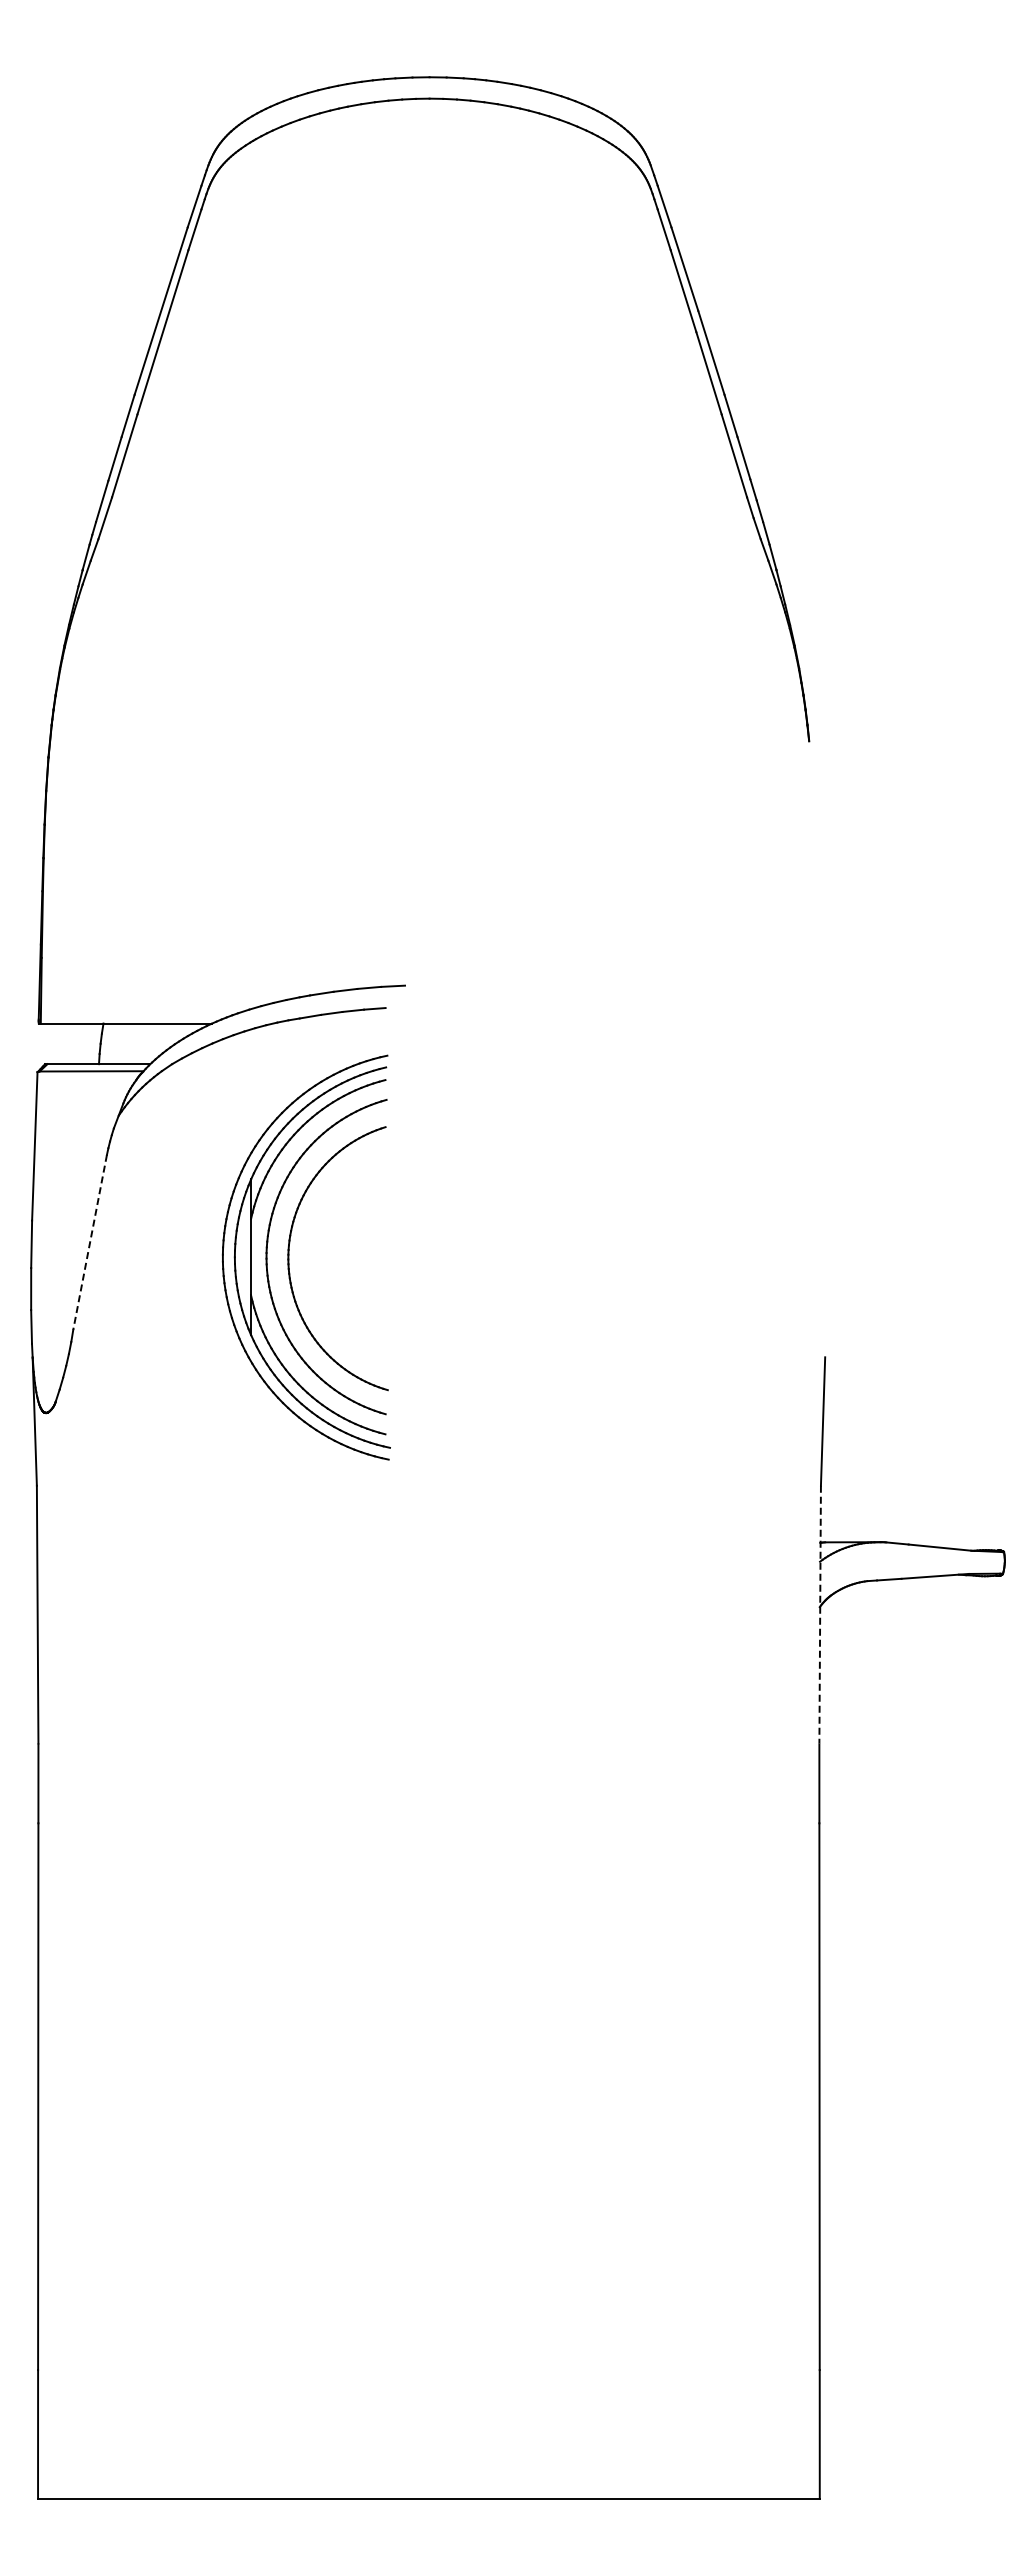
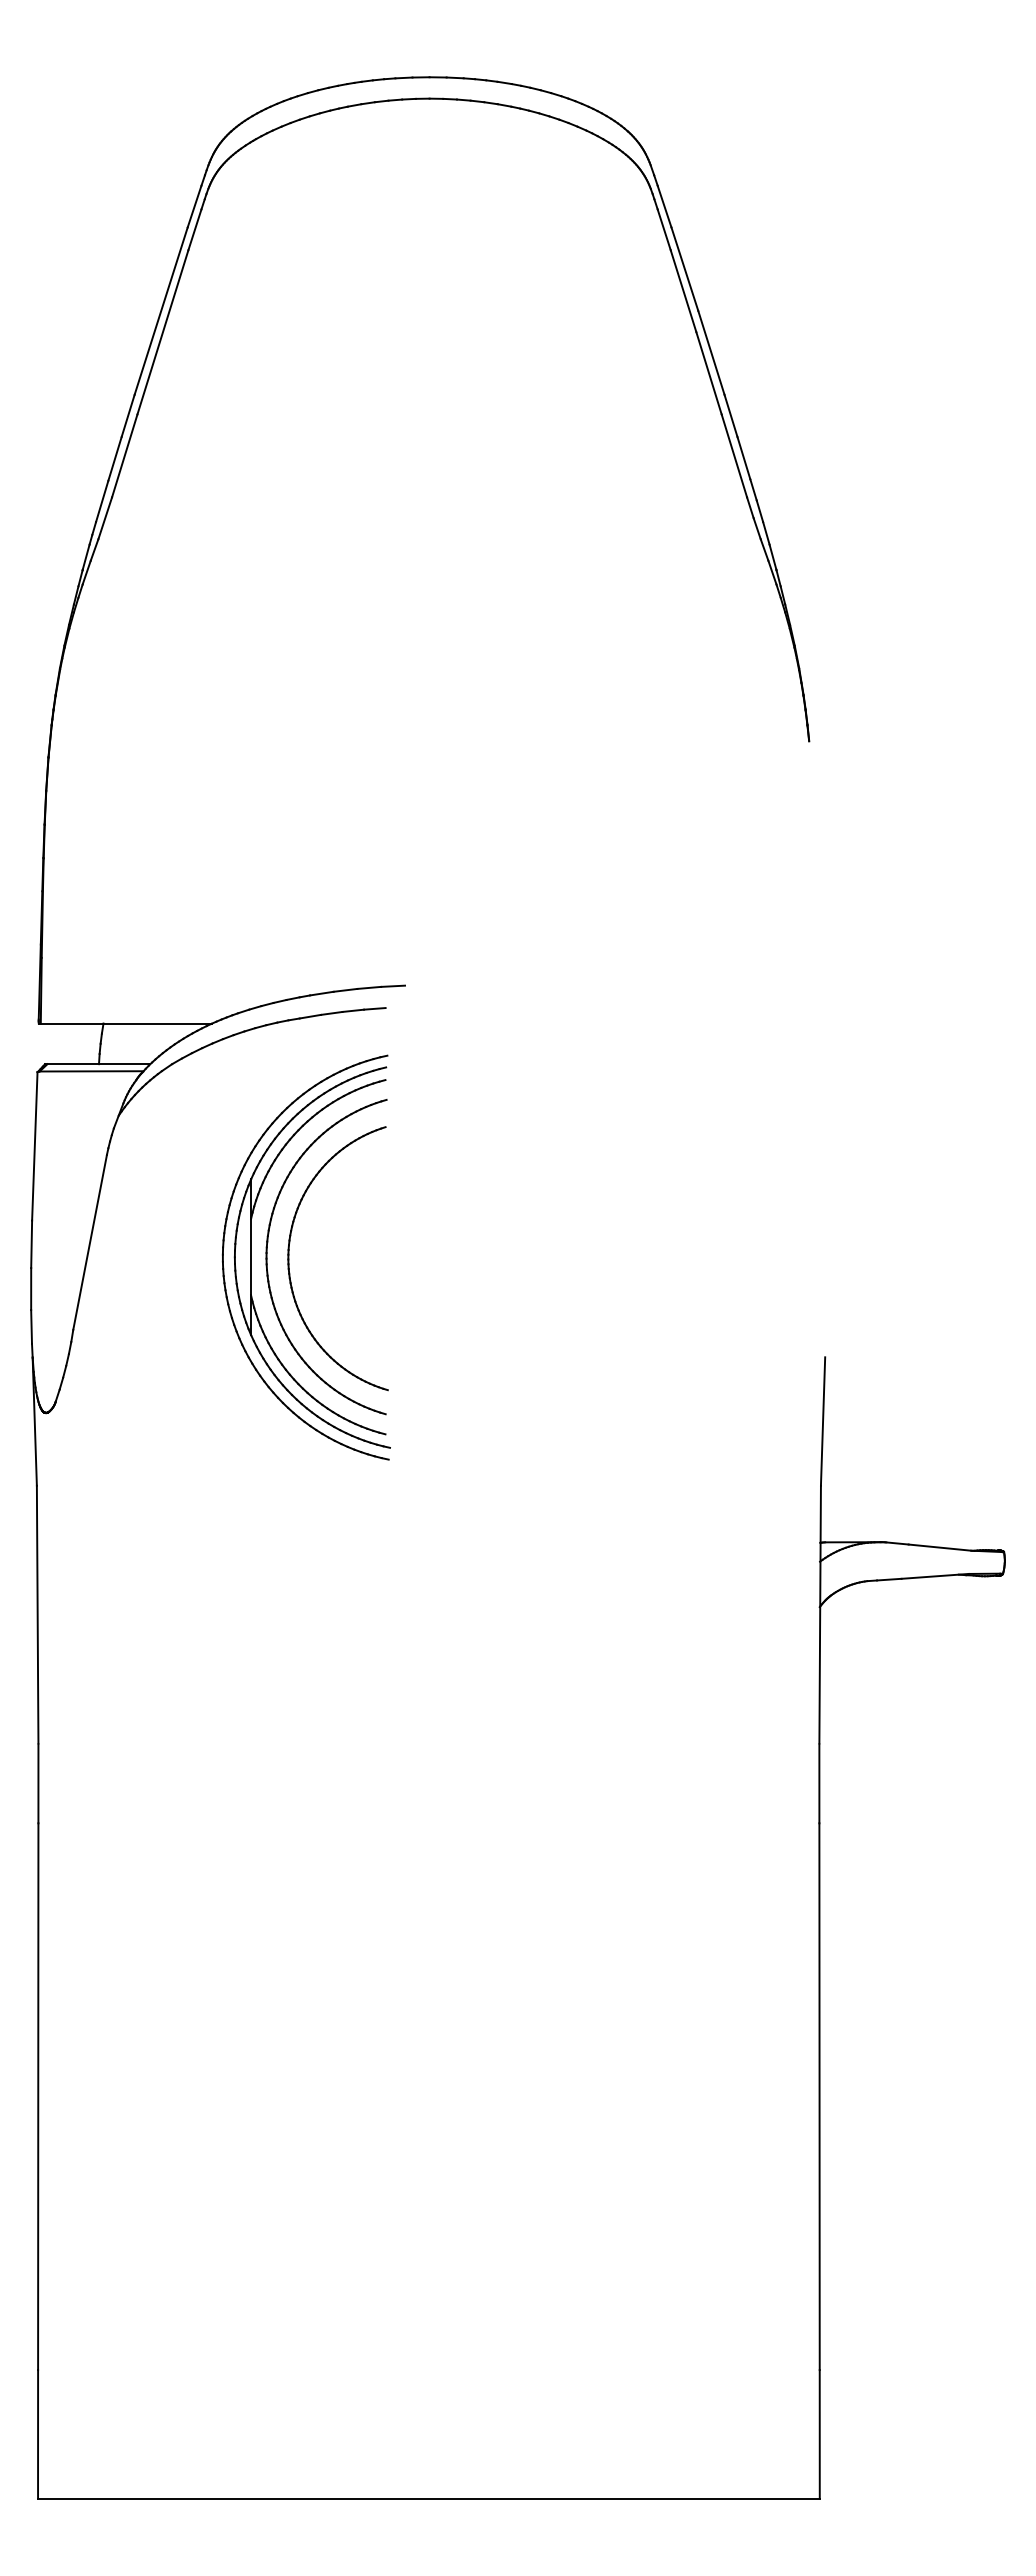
line at (90, 1242): dashed -> solid
line at (820, 1614): dashed -> solid
